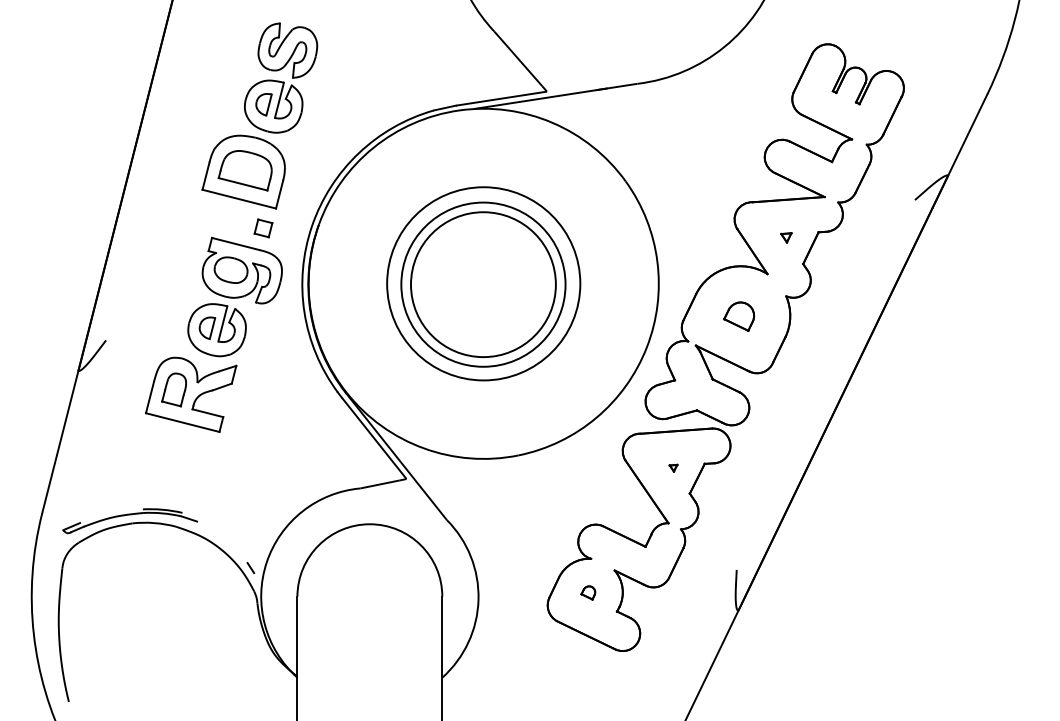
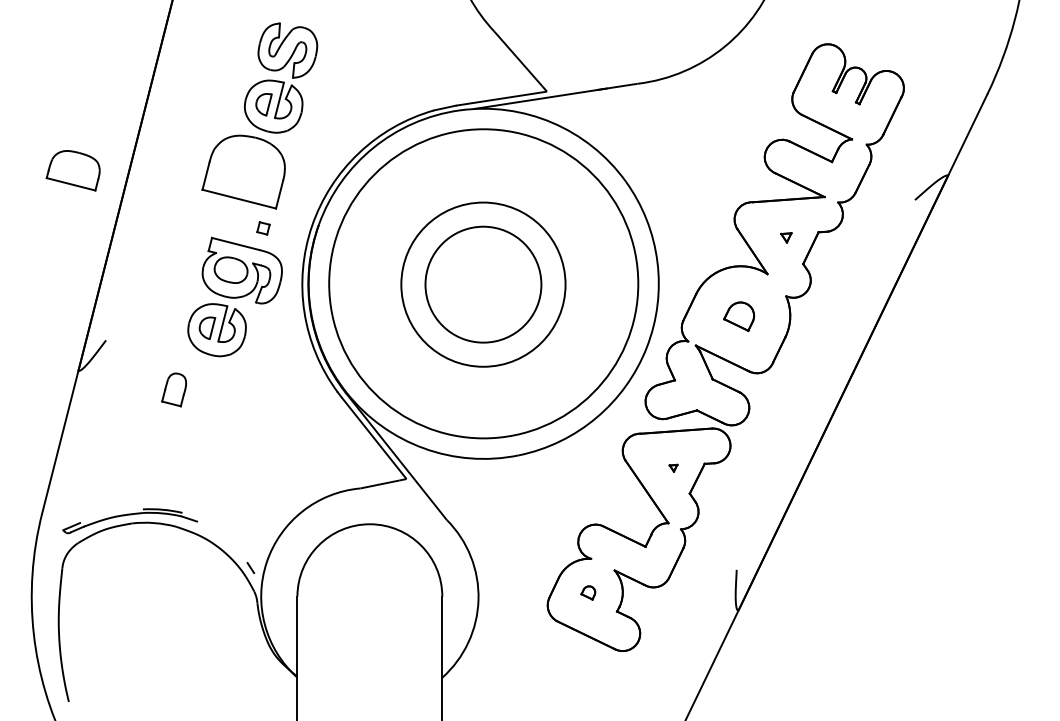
part at (244, 170) position: (244, 170) -> (72, 170)
part at (263, 228) size: 21x21 px -> 15x15 px
circle at (483, 283) diameter: 193 px -> 309 px
circle at (483, 284) diameter: 145 px -> 116 px
part at (191, 394): present -> none
